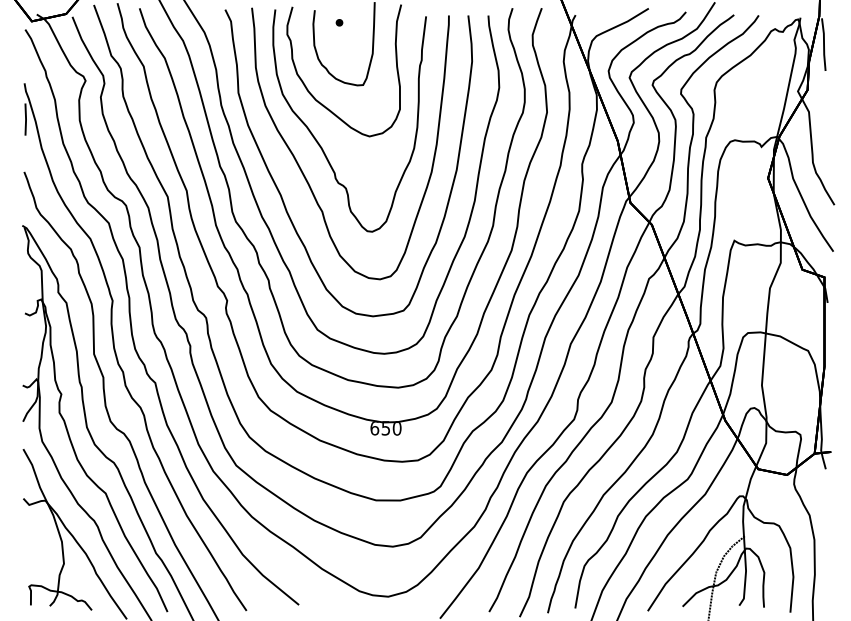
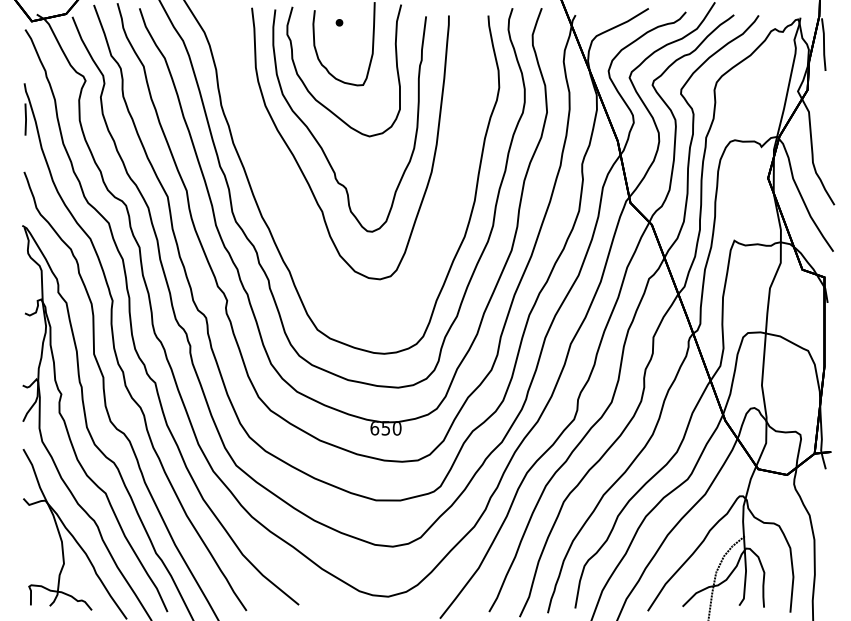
part at (282, 196): present -> none
